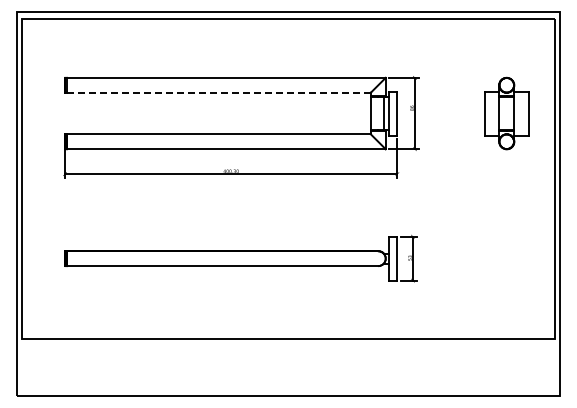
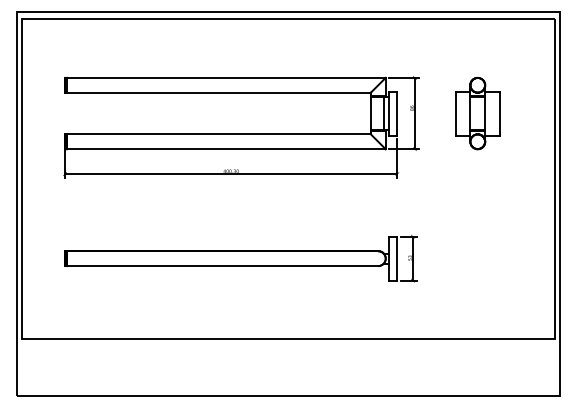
line at (218, 92): dashed -> solid
part at (506, 113) position: (506, 113) -> (477, 113)
